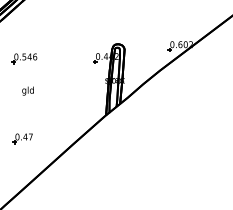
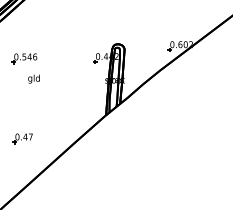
text at (27, 90) position: (27, 90) -> (33, 78)
